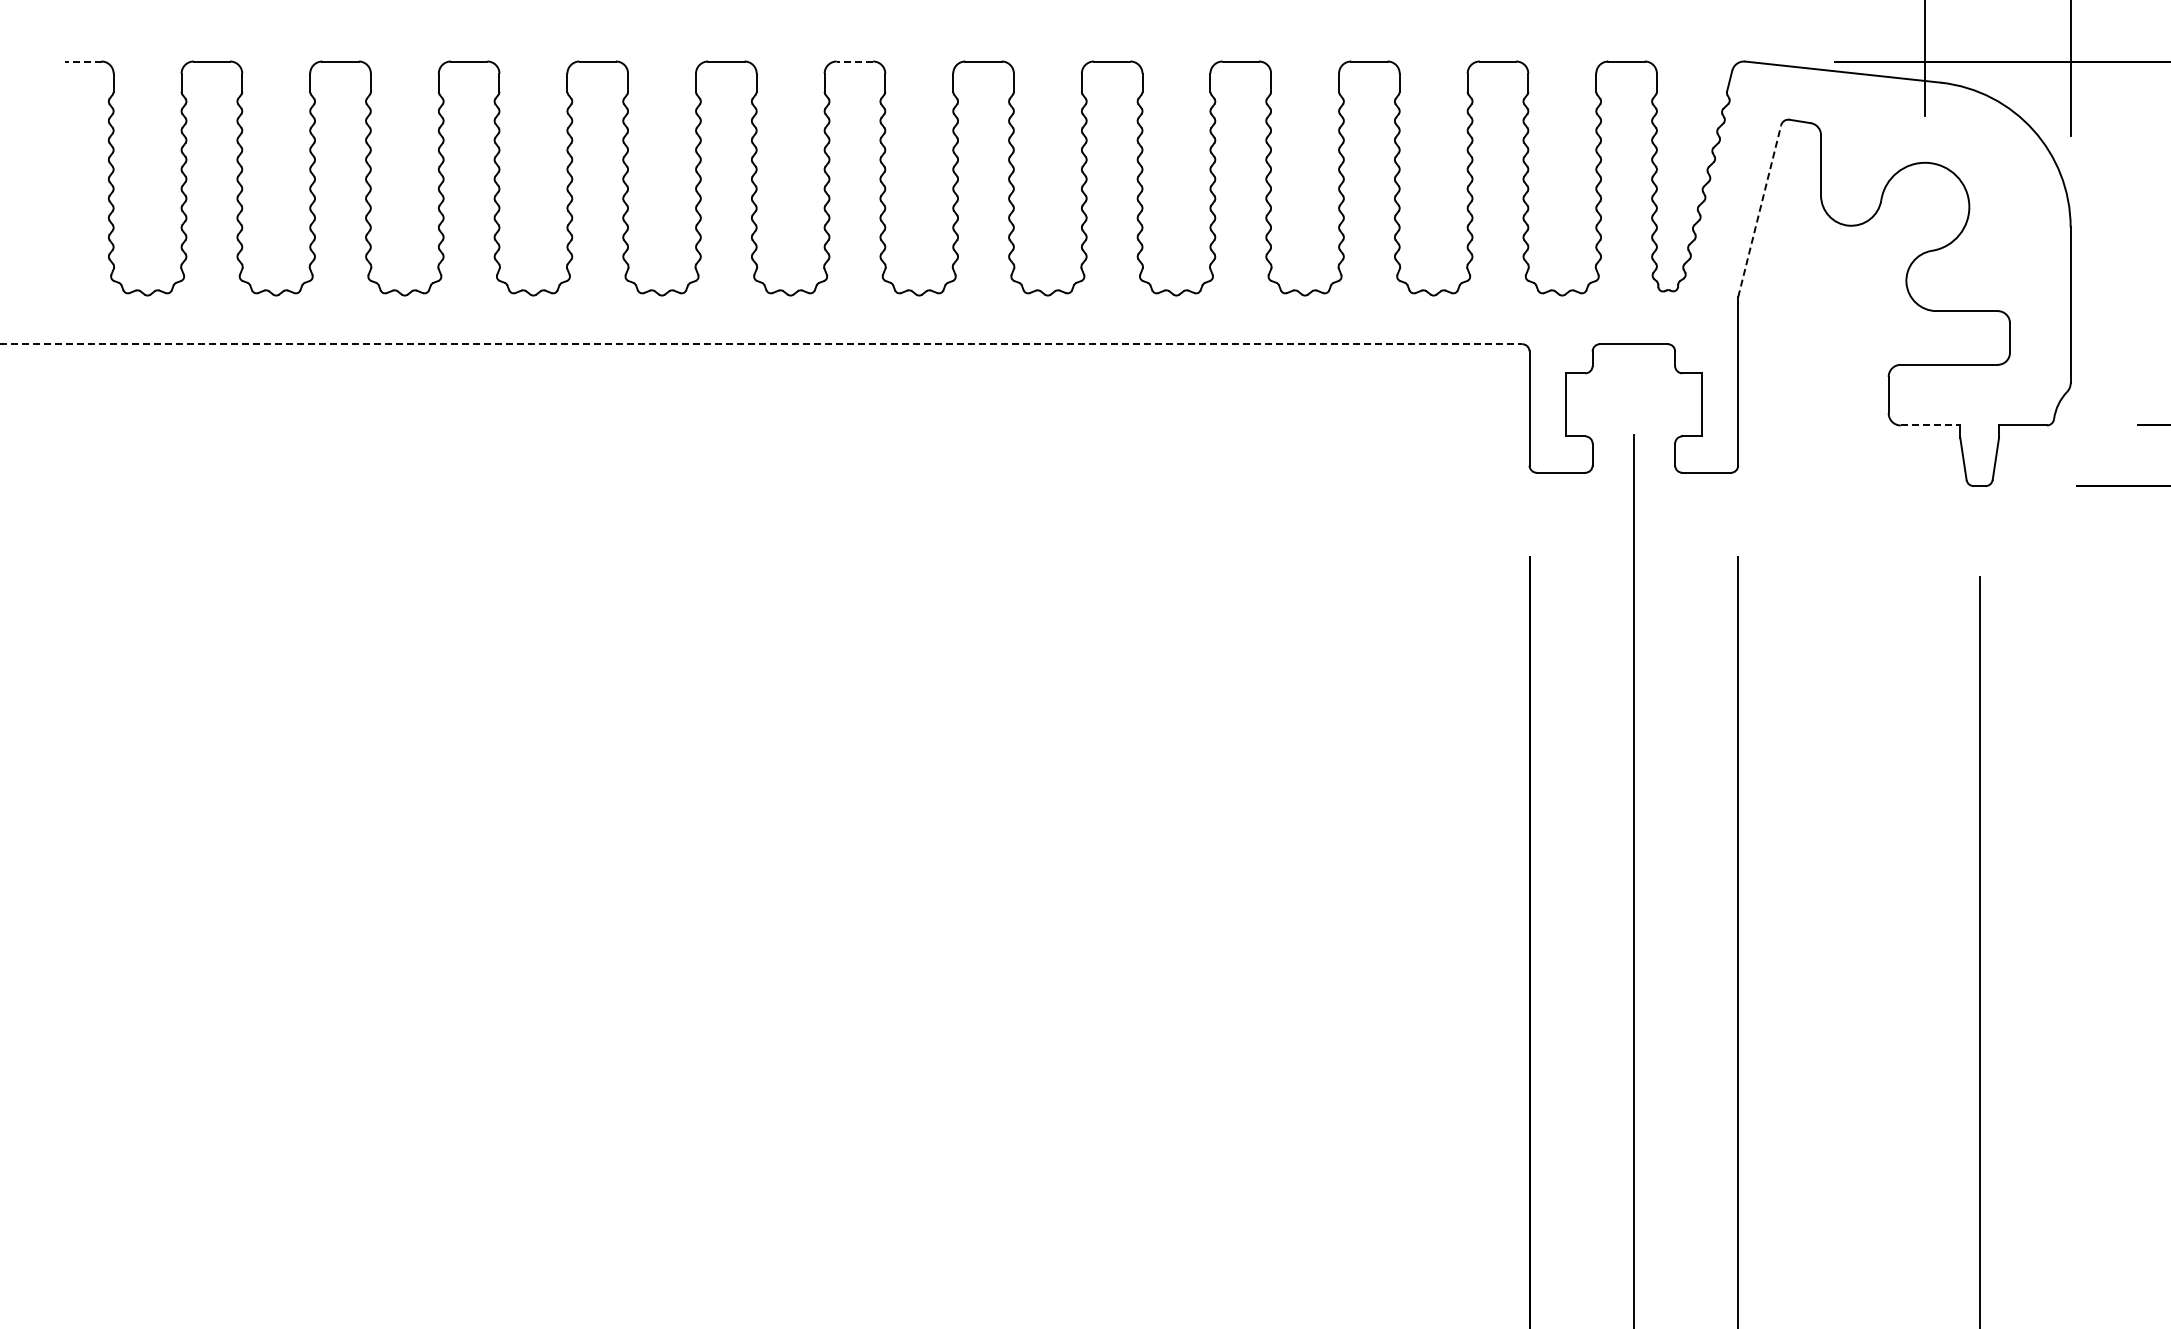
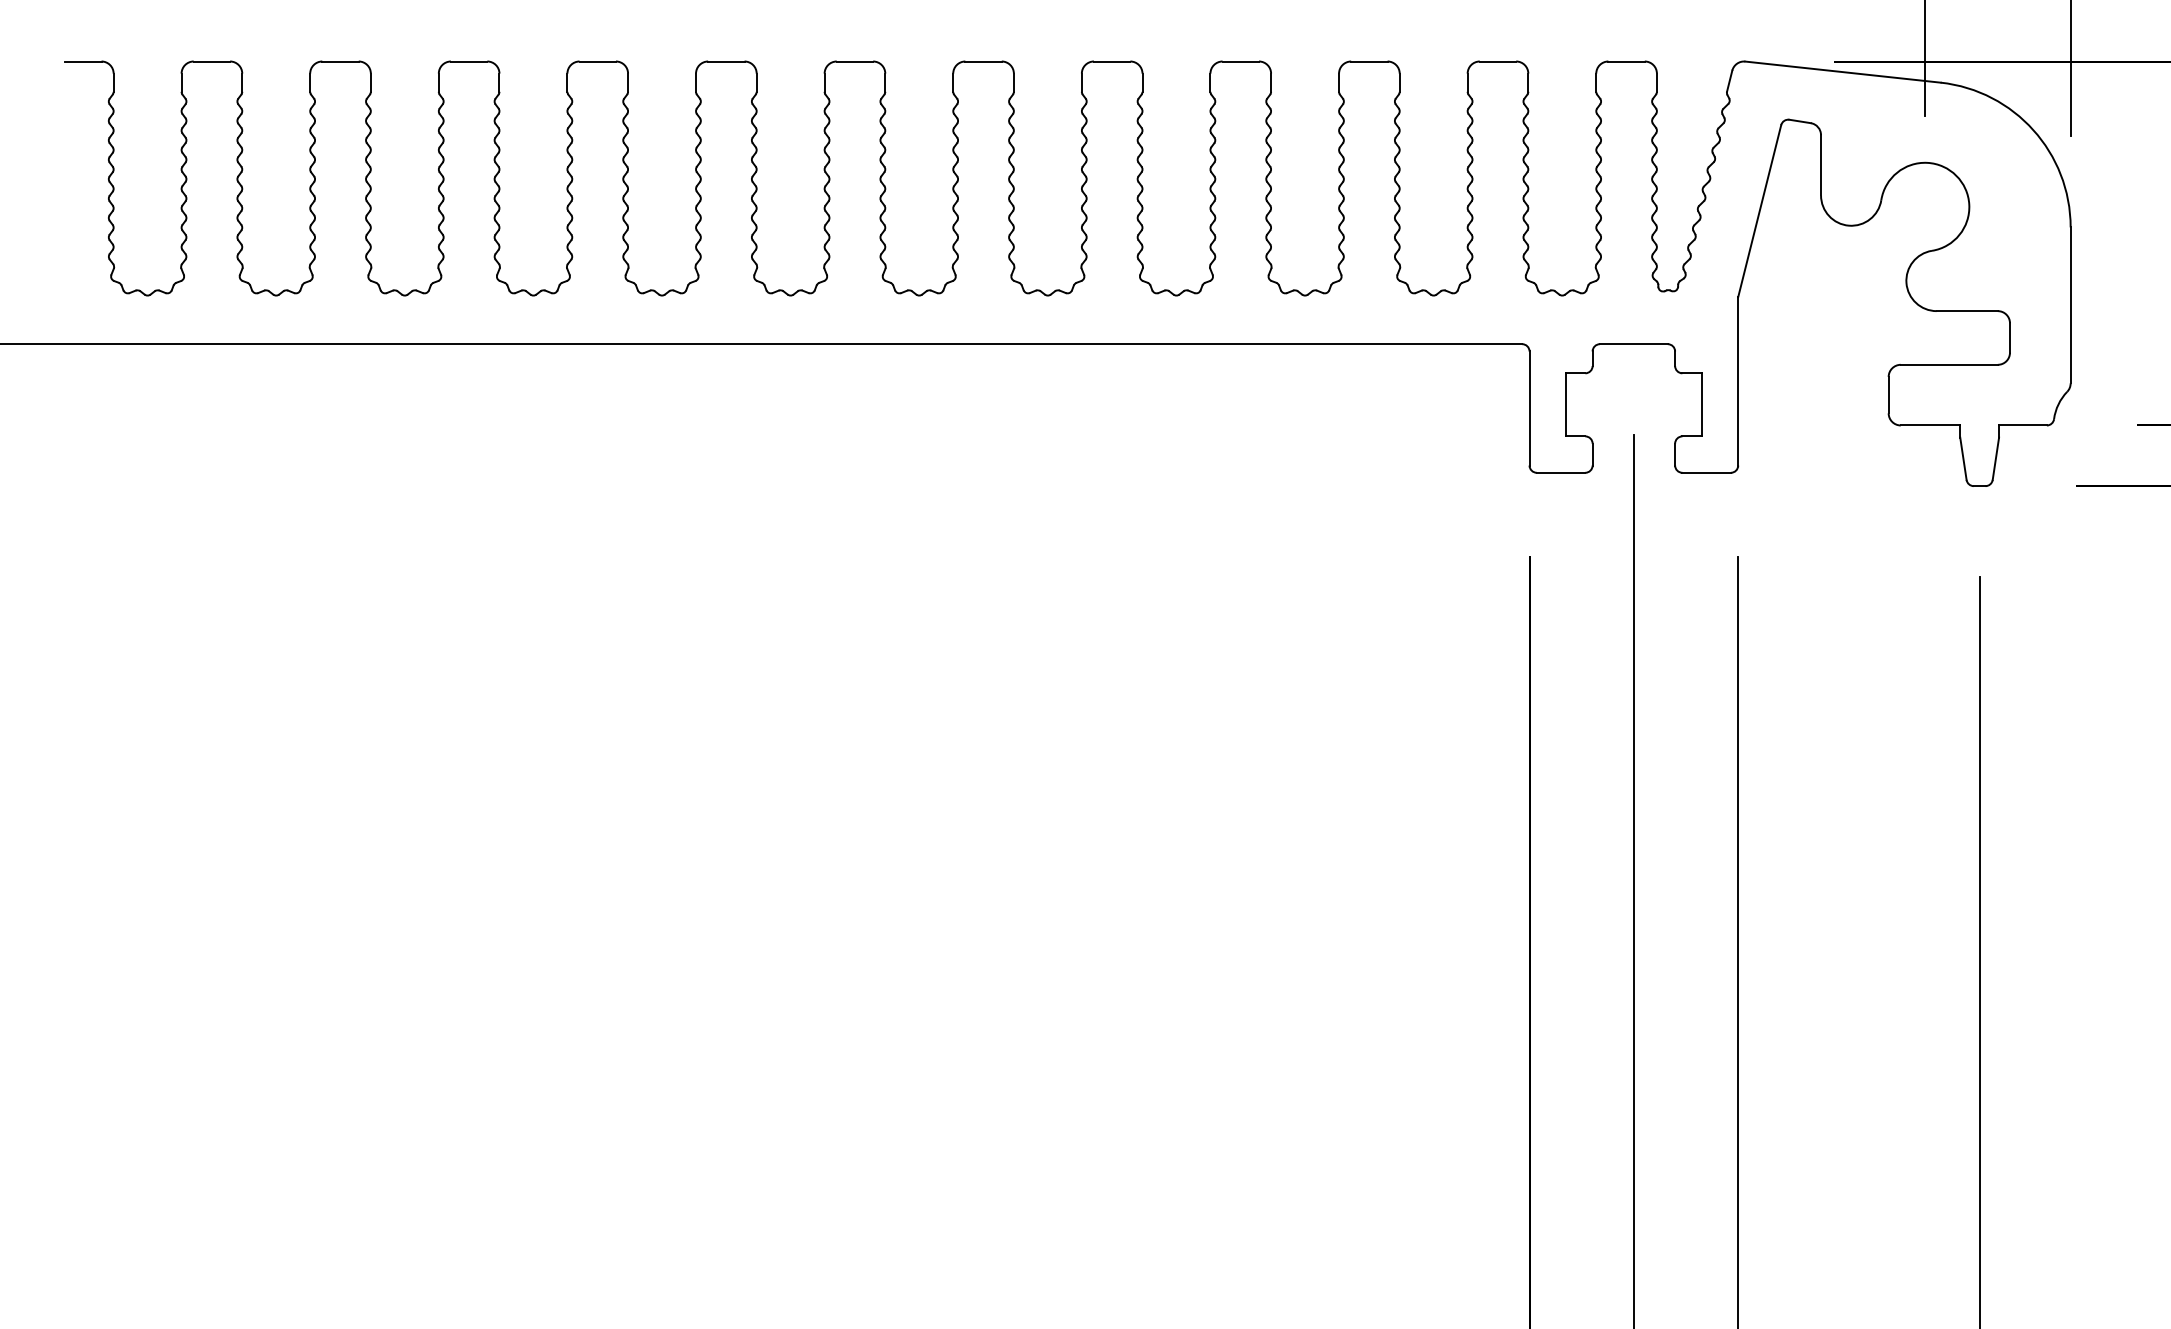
line at (82, 61): dashed -> solid
line at (854, 61): dashed -> solid
line at (1759, 211): dashed -> solid
line at (761, 344): dashed -> solid
line at (1930, 425): dashed -> solid
